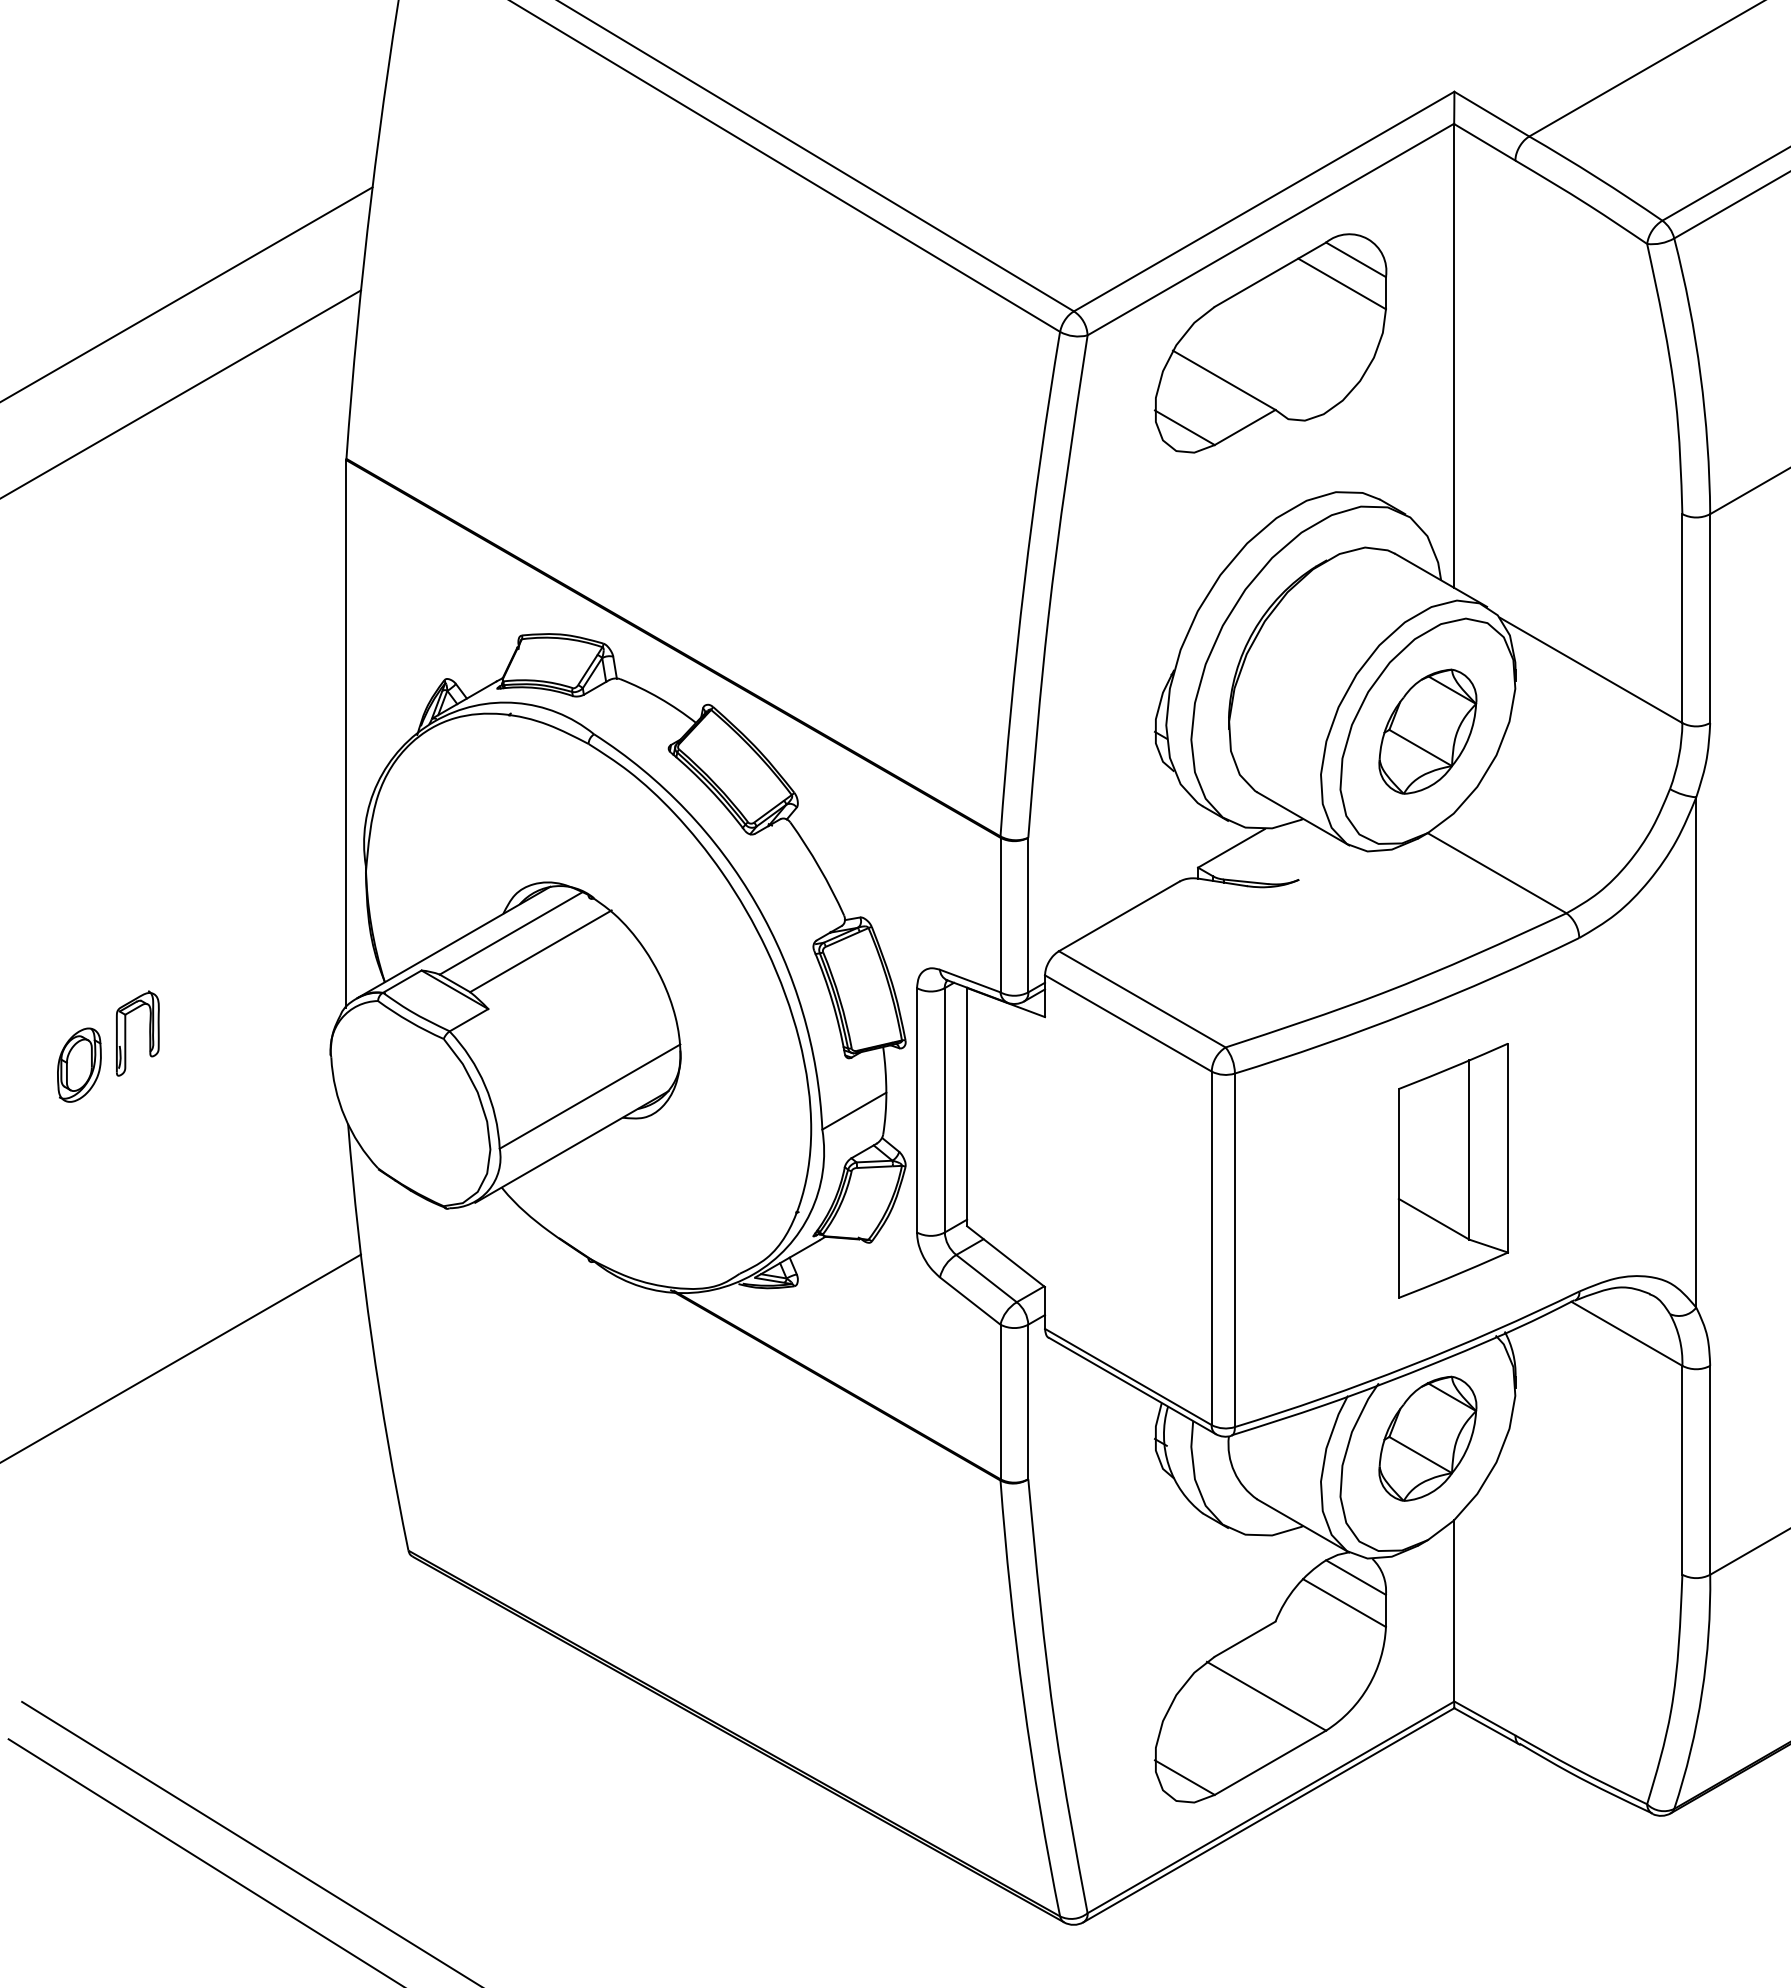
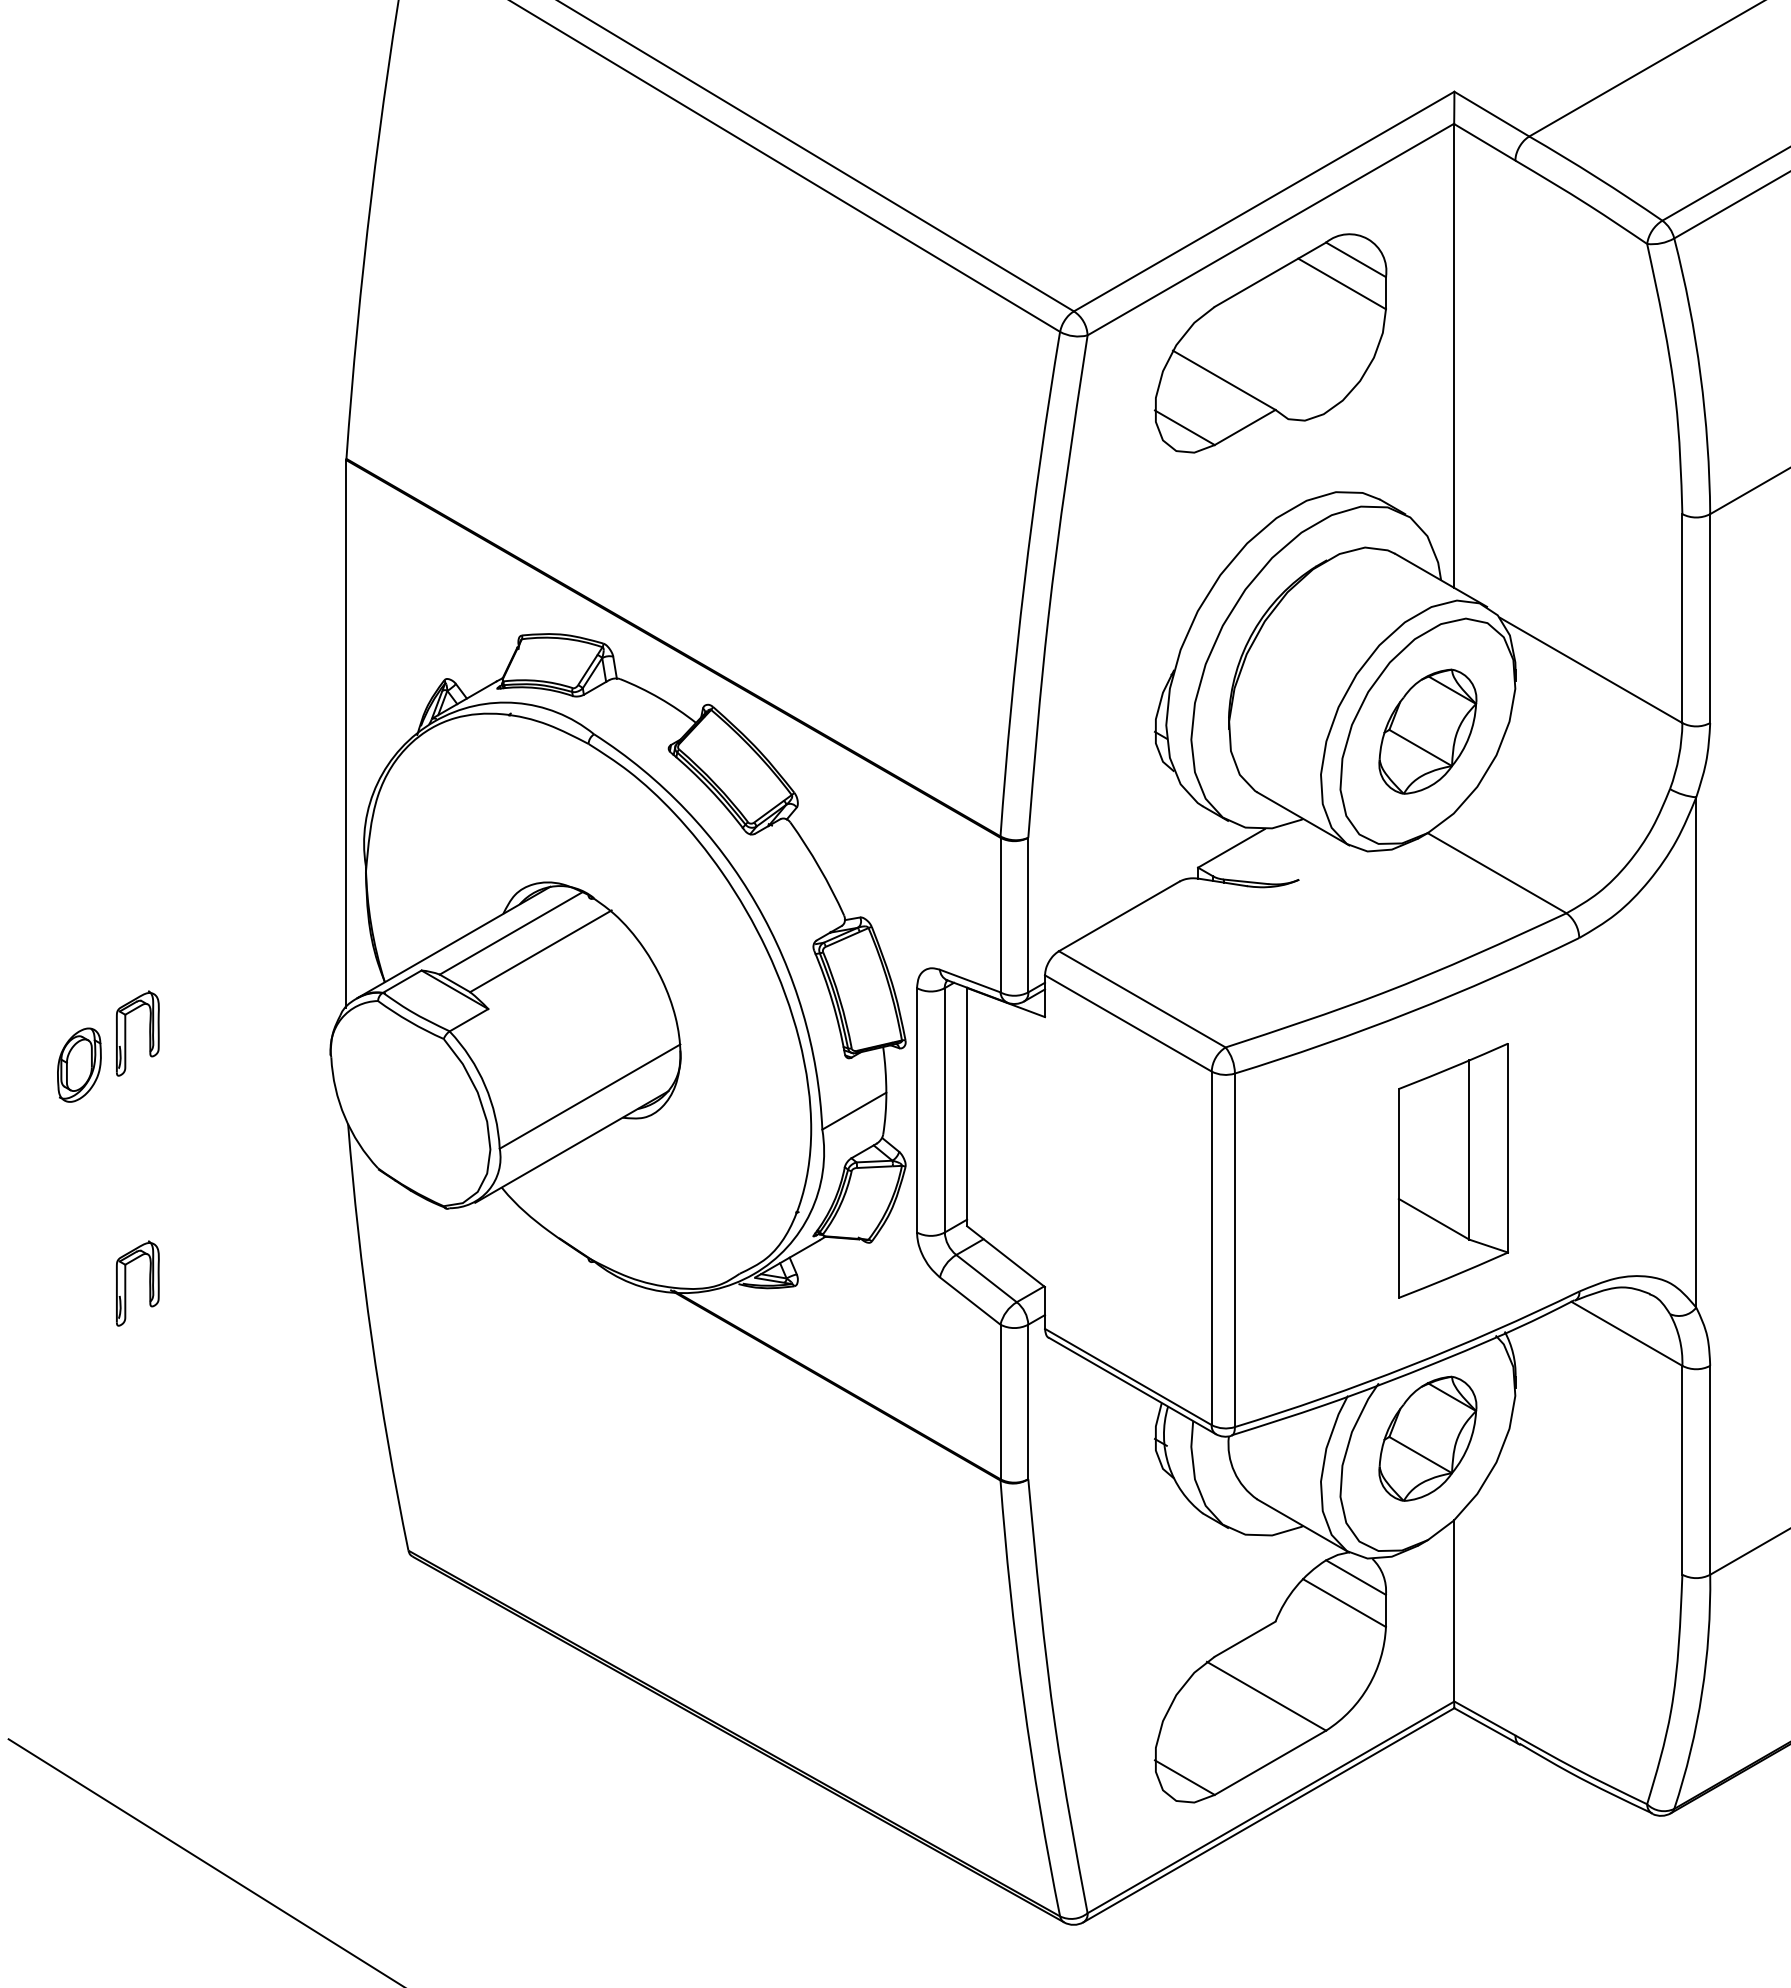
line at (187, 293): present -> none
line at (181, 393): present -> none
part at (126, 1283): none -> present
line at (181, 1357): present -> none
line at (250, 1842): present -> none
